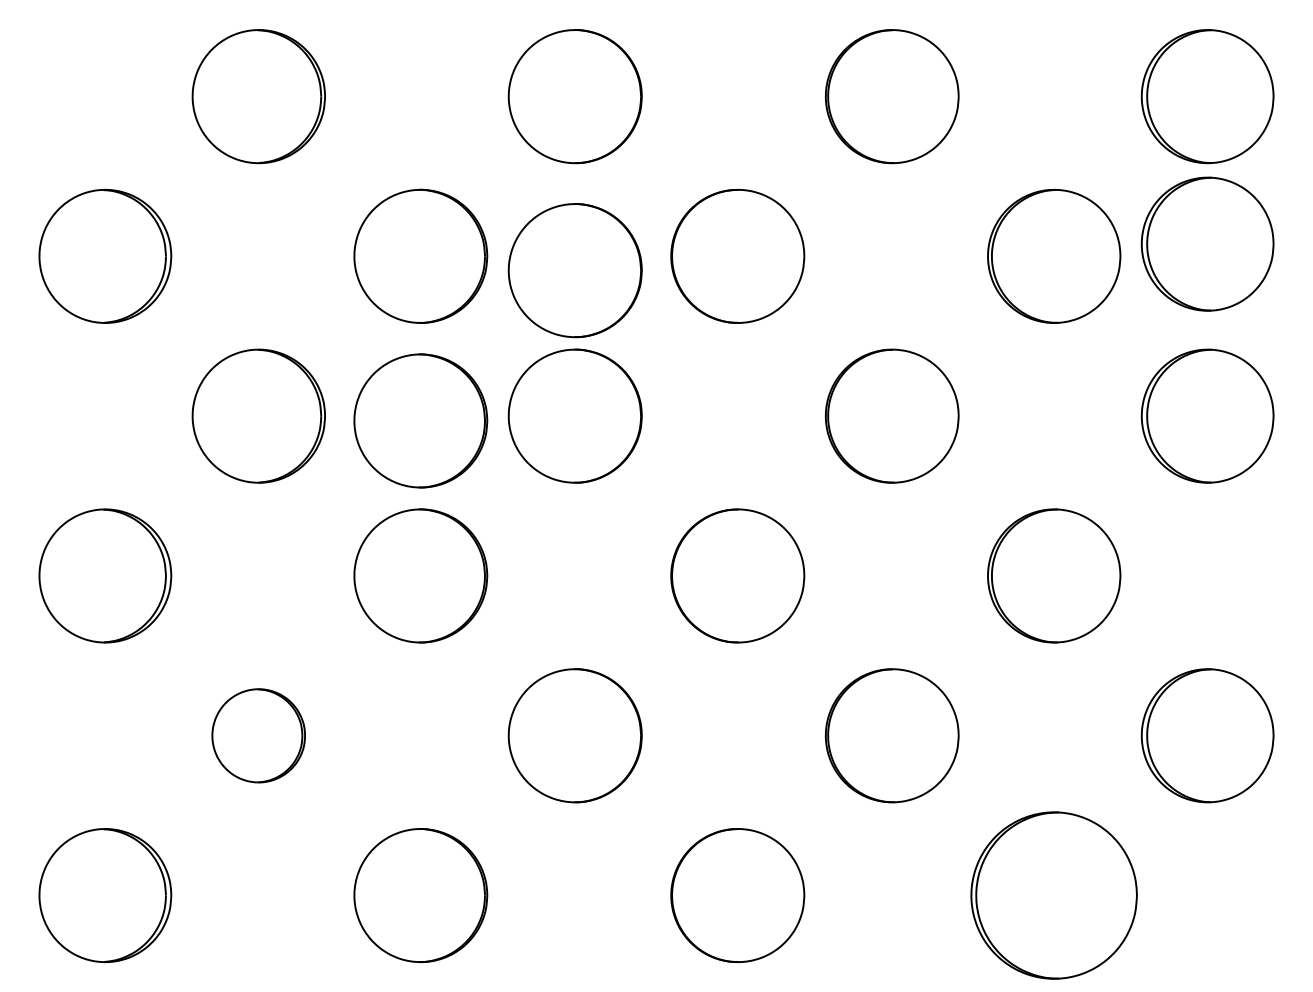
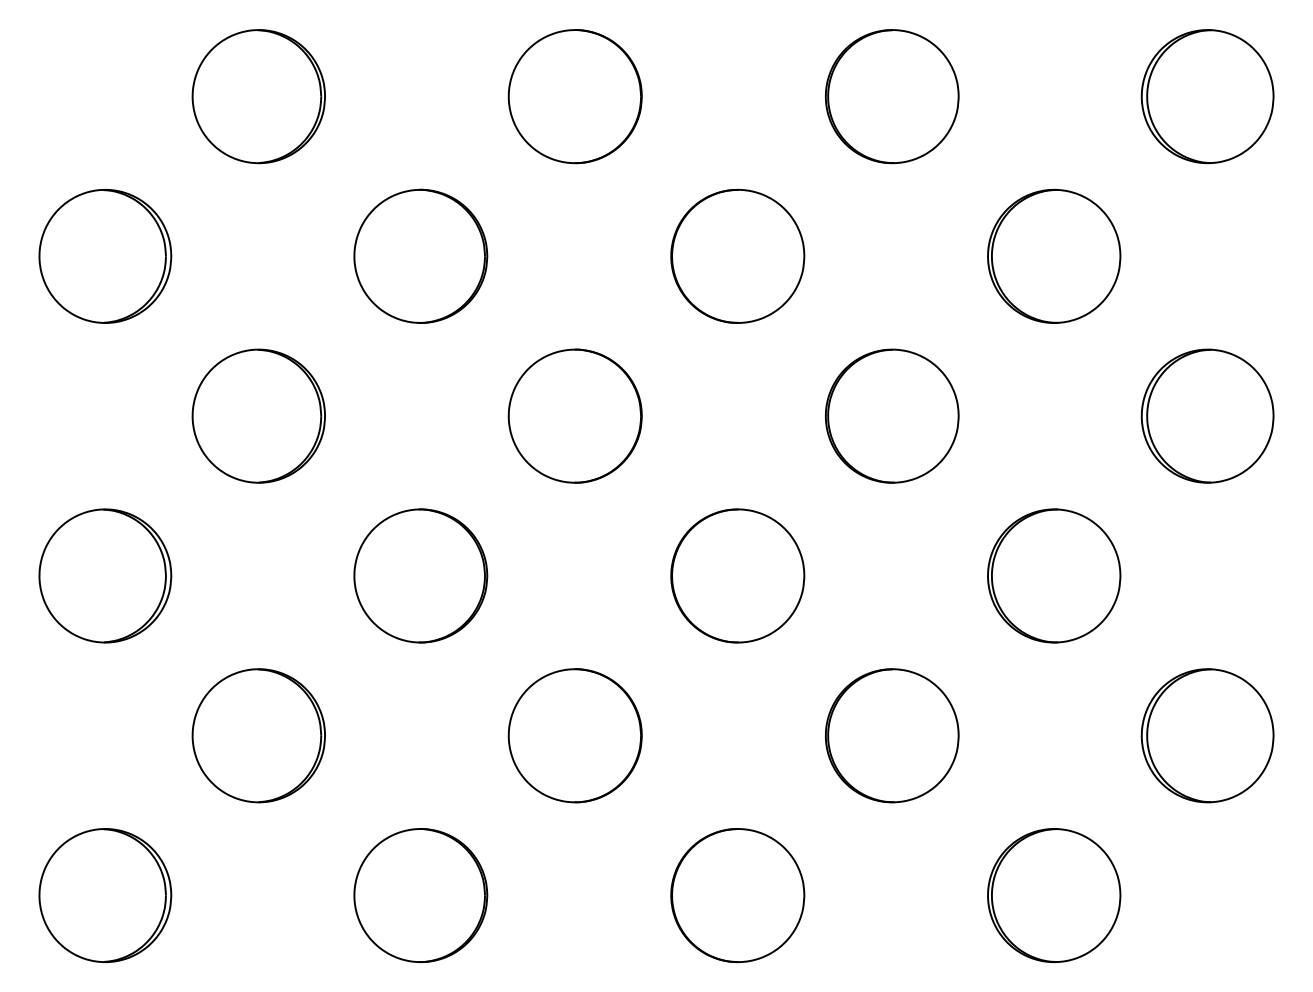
part at (1207, 243): present -> none
part at (574, 270): present -> none
part at (420, 420): present -> none
part at (258, 735) size: 95x96 px -> 135x136 px
part at (1053, 895) size: 168x169 px -> 135x135 px
